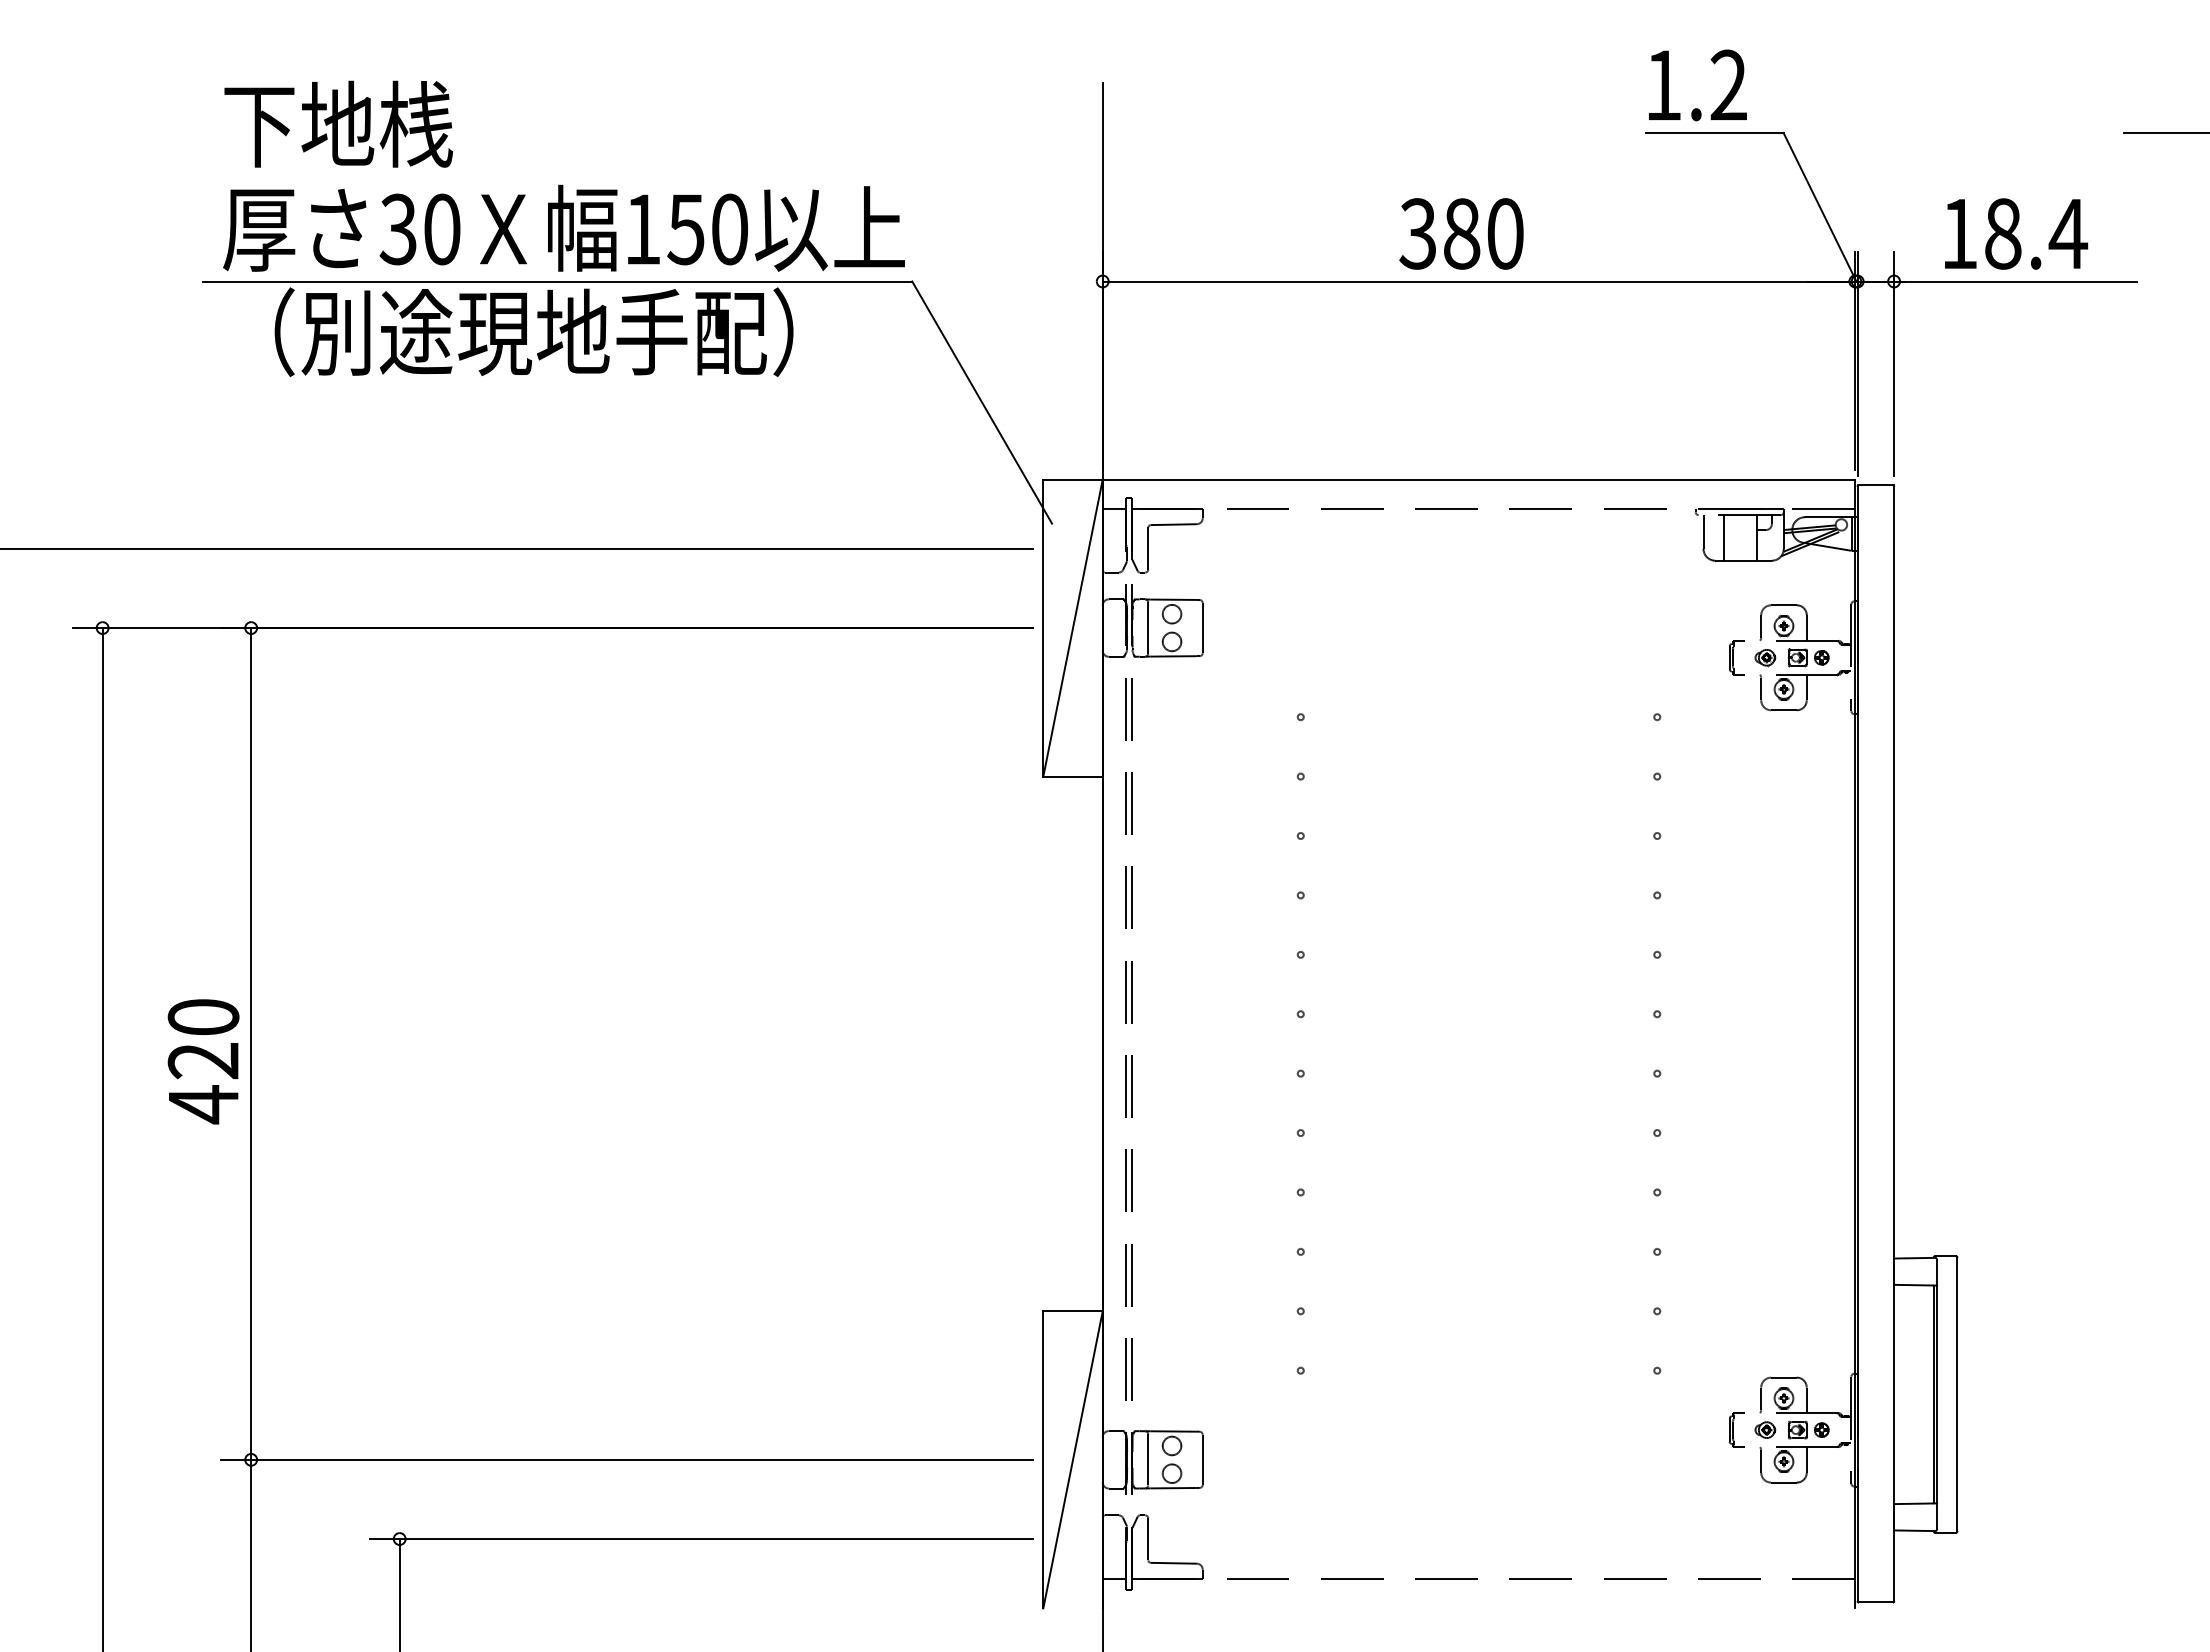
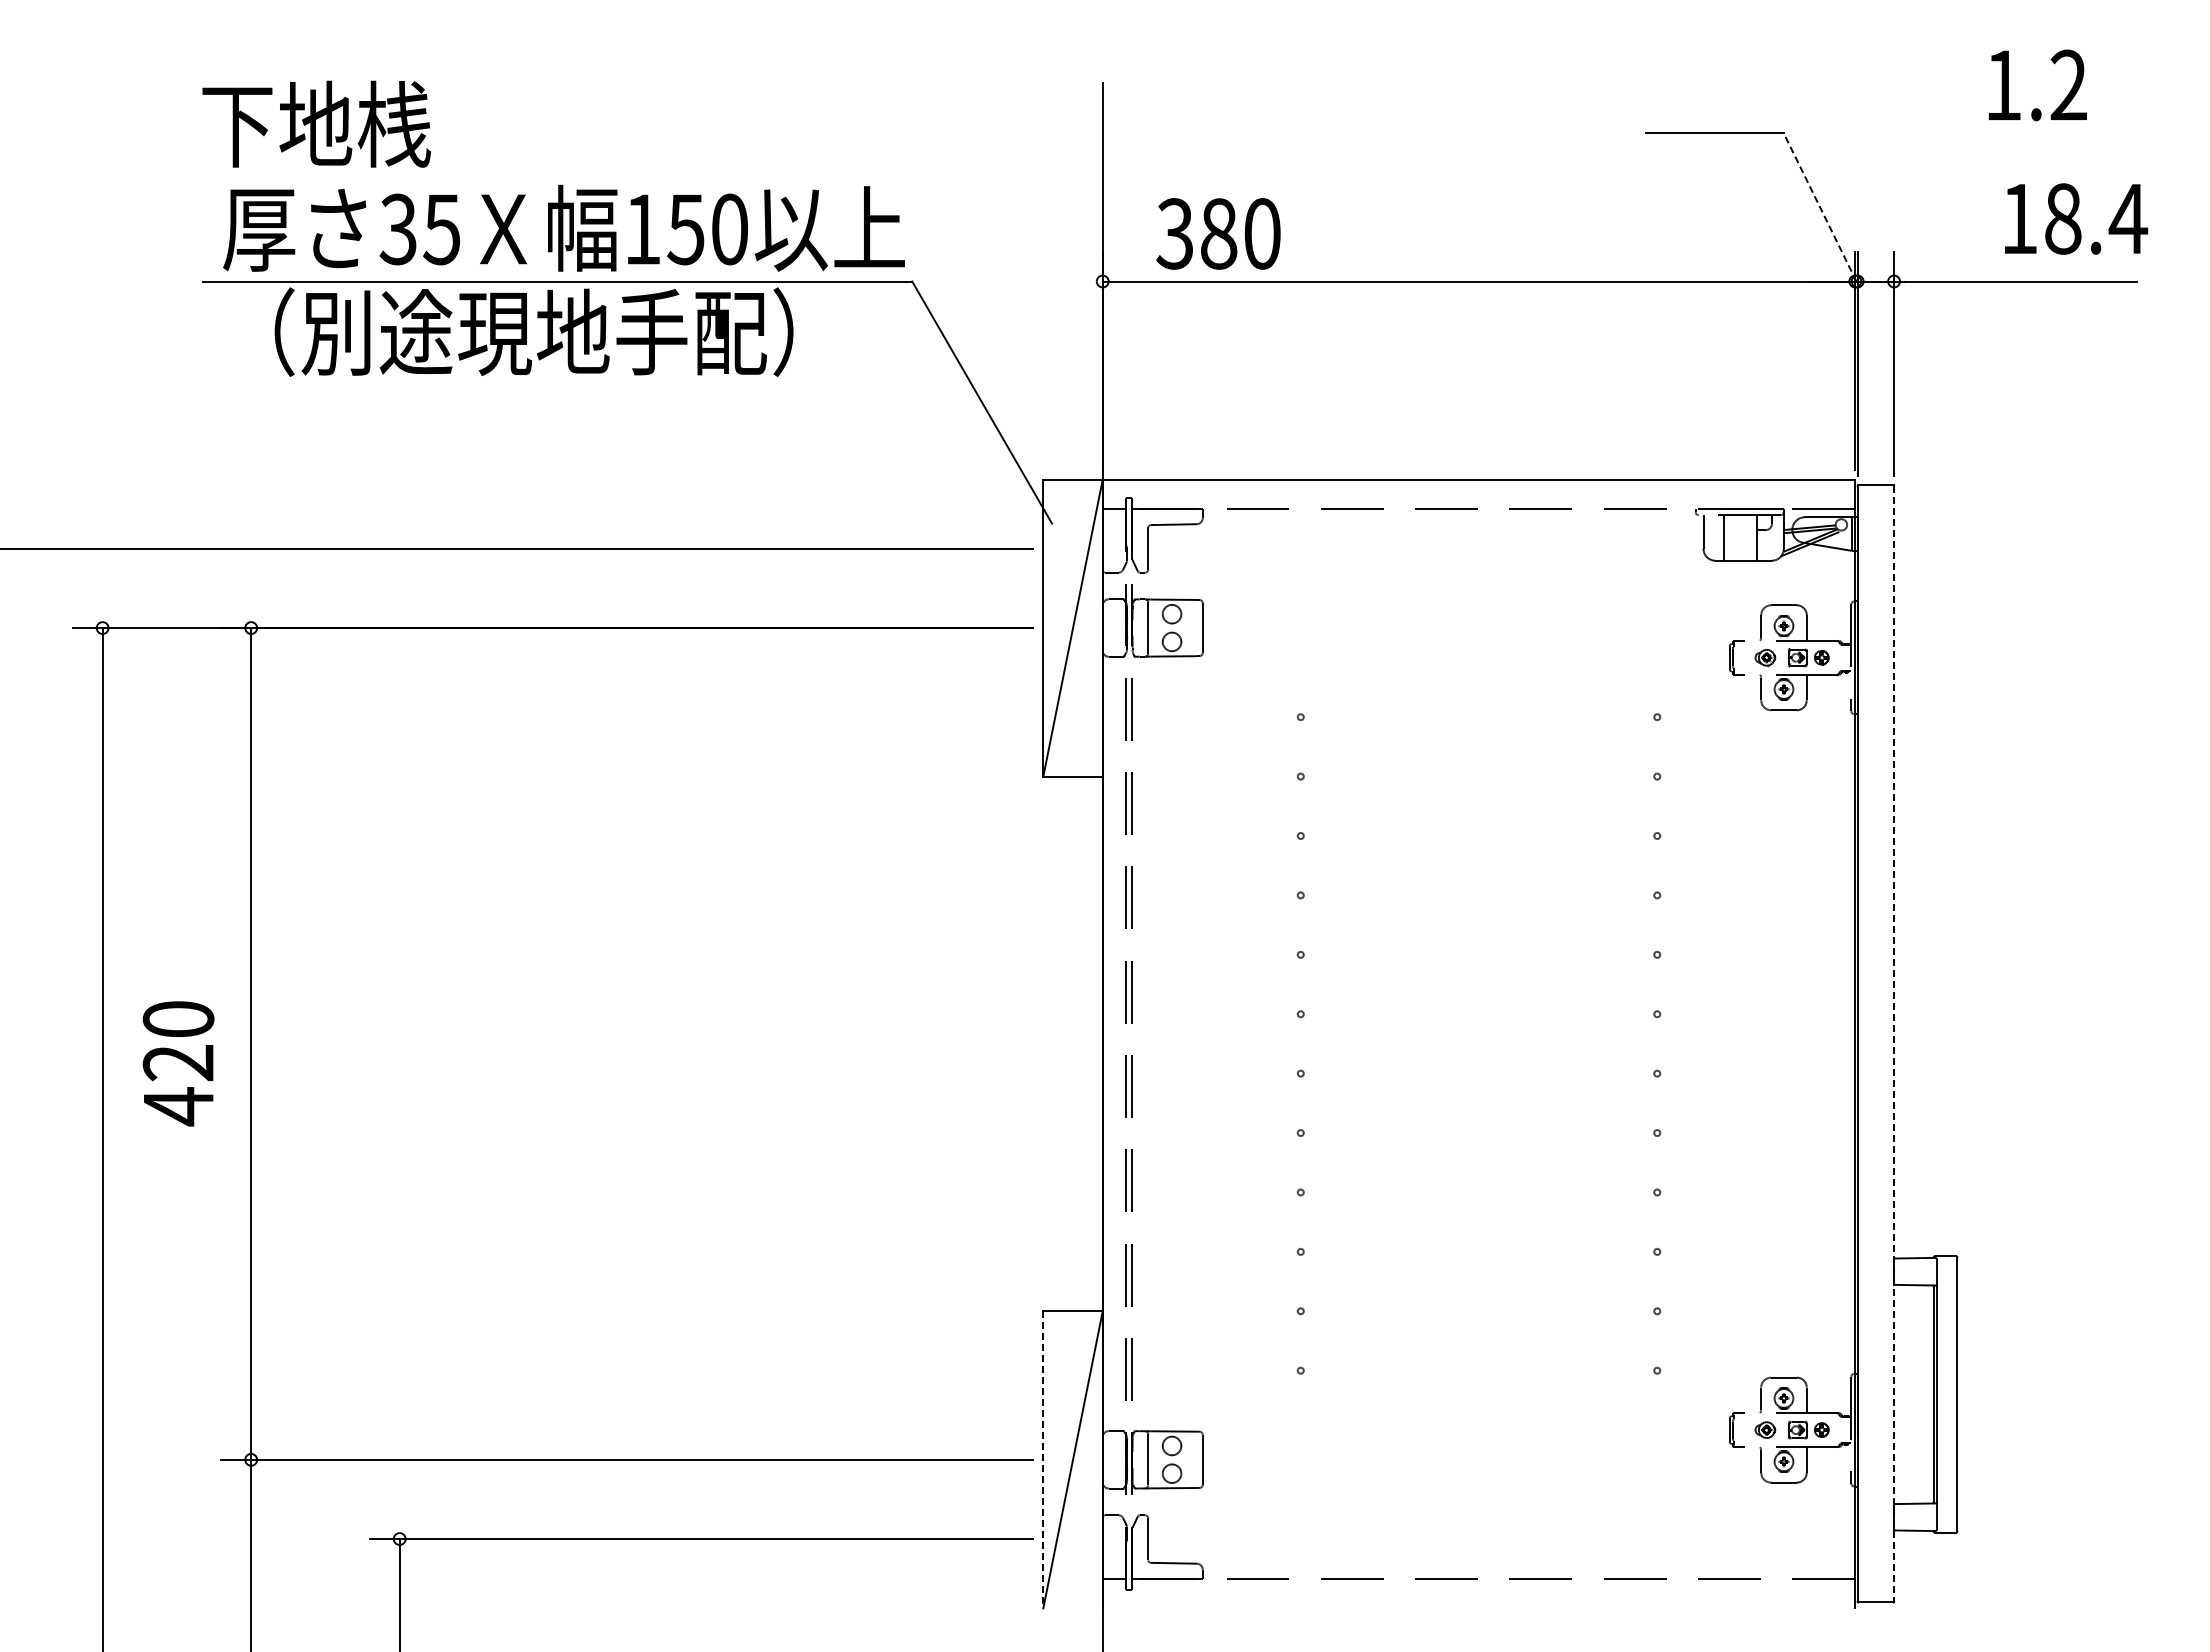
text at (1697, 85) position: (1697, 85) -> (2037, 85)
text at (338, 123) position: (338, 123) -> (316, 123)
line at (2165, 132): present -> none
line at (1820, 207): solid -> dashed
text at (441, 229): 30 -> 35
text at (1461, 233) position: (1461, 233) -> (1218, 233)
text at (2016, 233) position: (2016, 233) -> (2076, 218)
line at (1894, 1043): solid -> dashed
text at (203, 1061) position: (203, 1061) -> (178, 1063)
line at (1043, 1459): solid -> dashed
